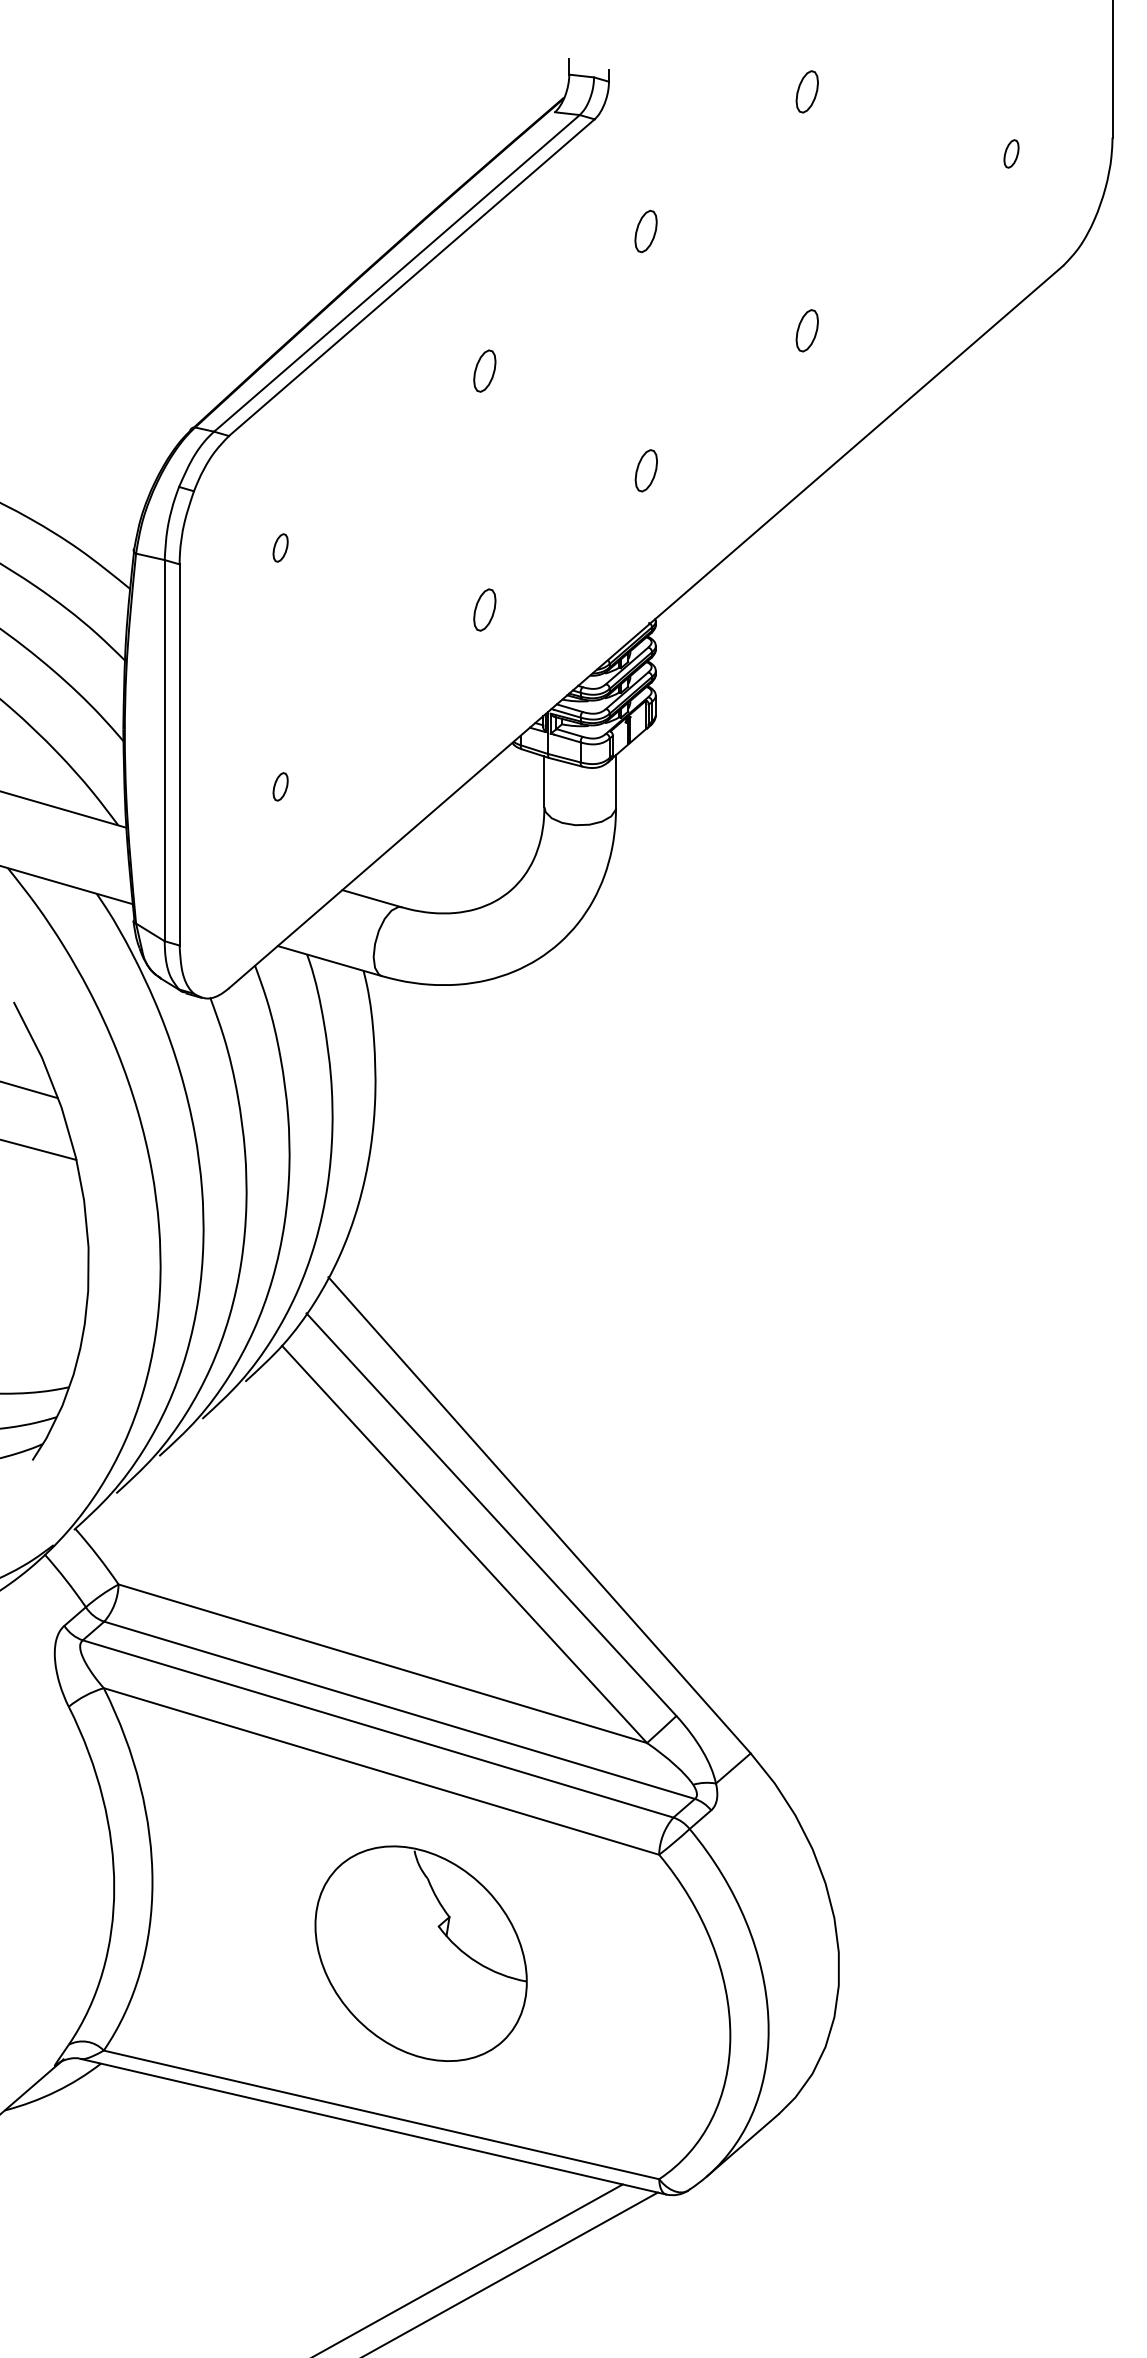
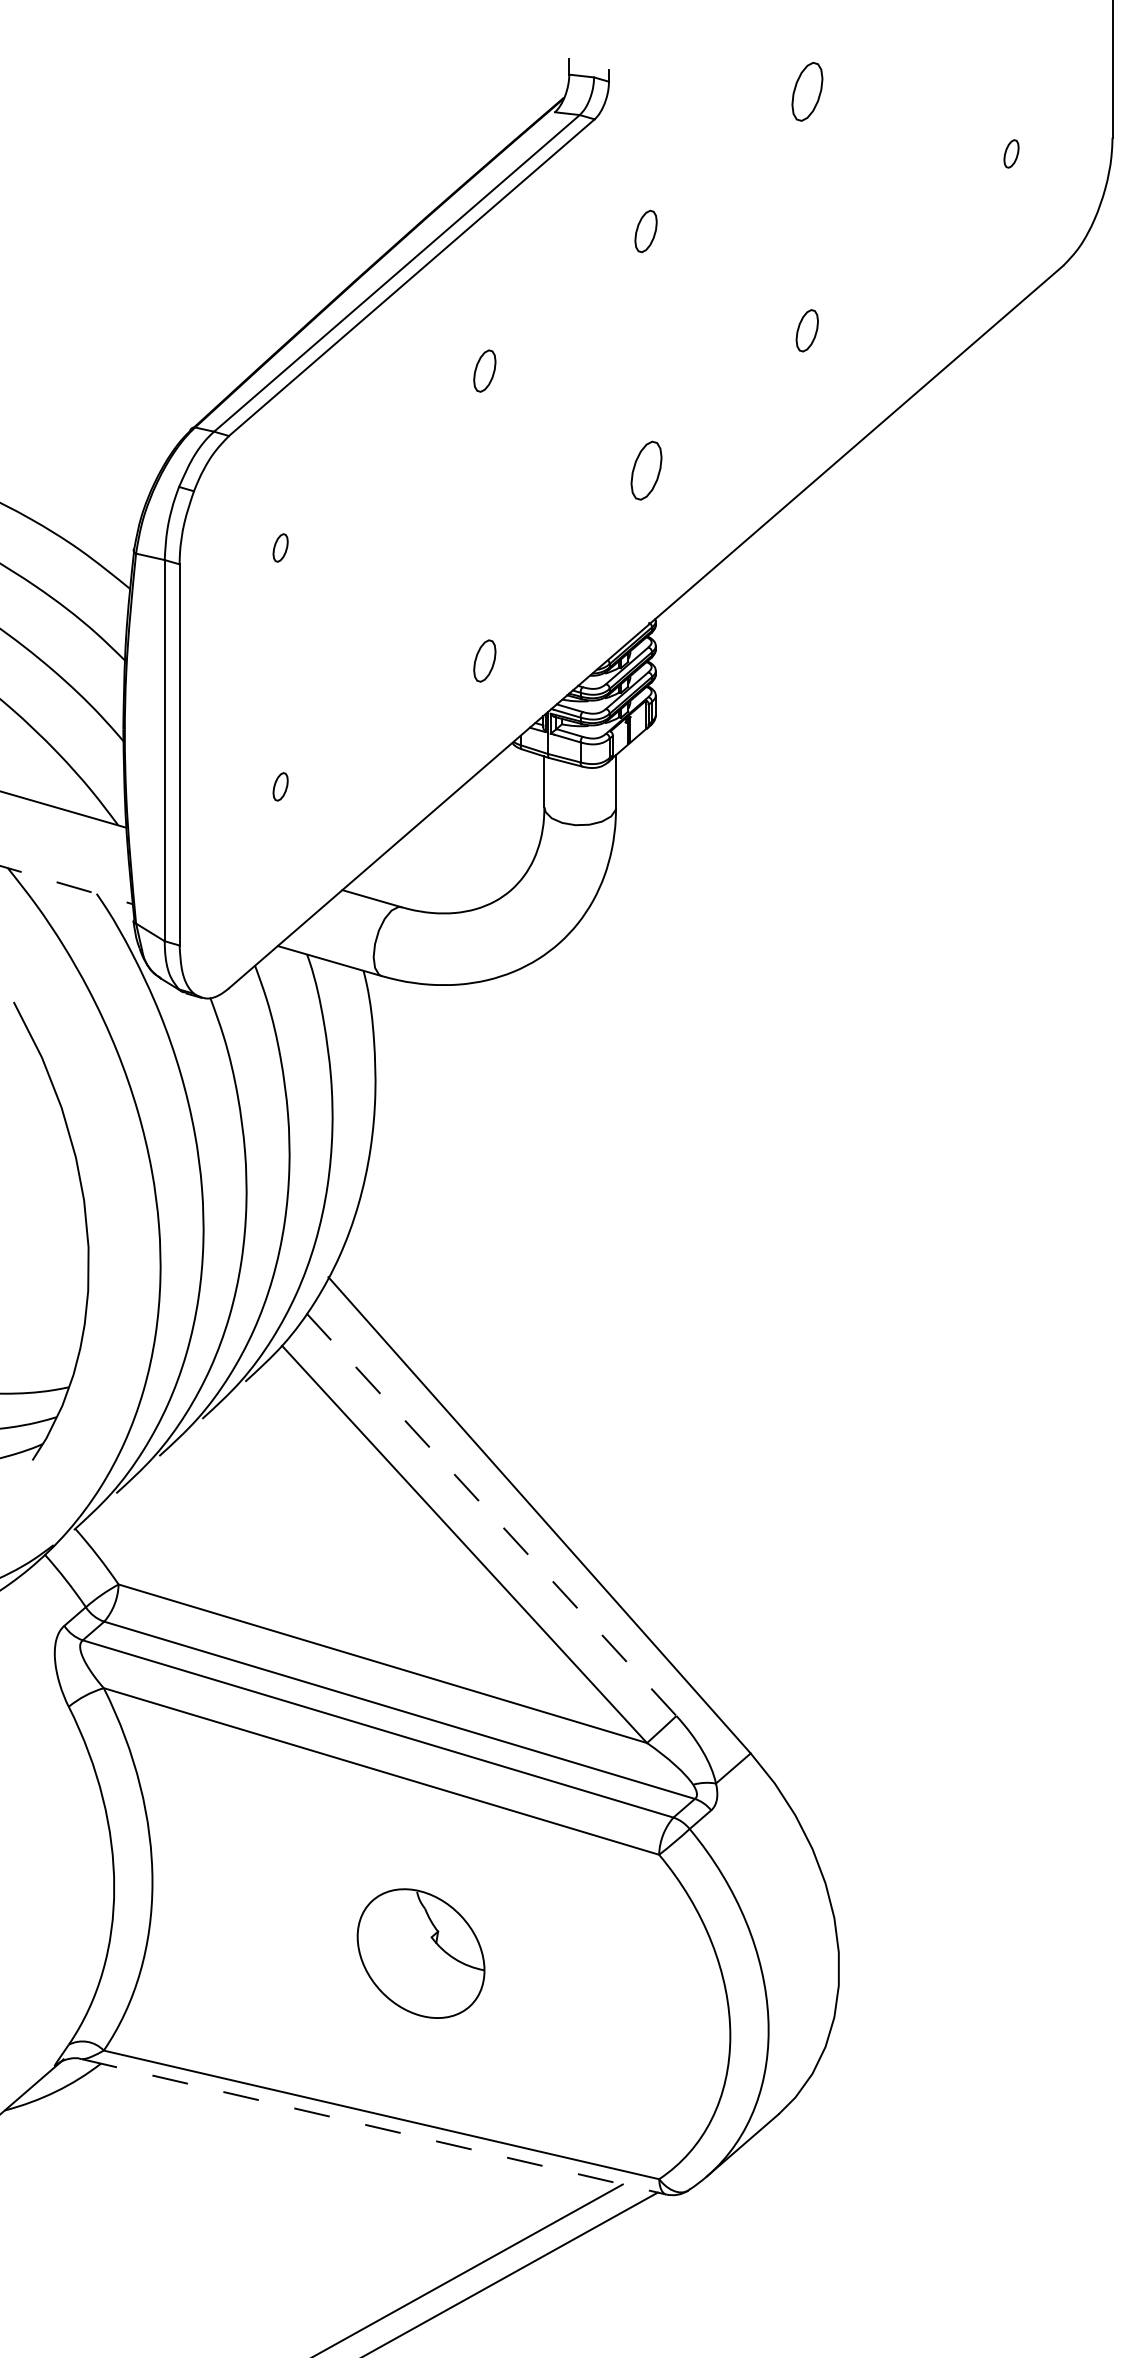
part at (806, 91) size: 24x44 px -> 33x61 px
part at (645, 470) size: 24x44 px -> 33x61 px
part at (484, 609) position: (484, 609) -> (484, 660)
line at (66, 885): solid -> dashed
line at (29, 1090): present -> none
line at (39, 1149): present -> none
line at (491, 1515): solid -> dashed
part at (420, 1953) size: 214x217 px -> 130x131 px
line at (374, 2126): solid -> dashed
